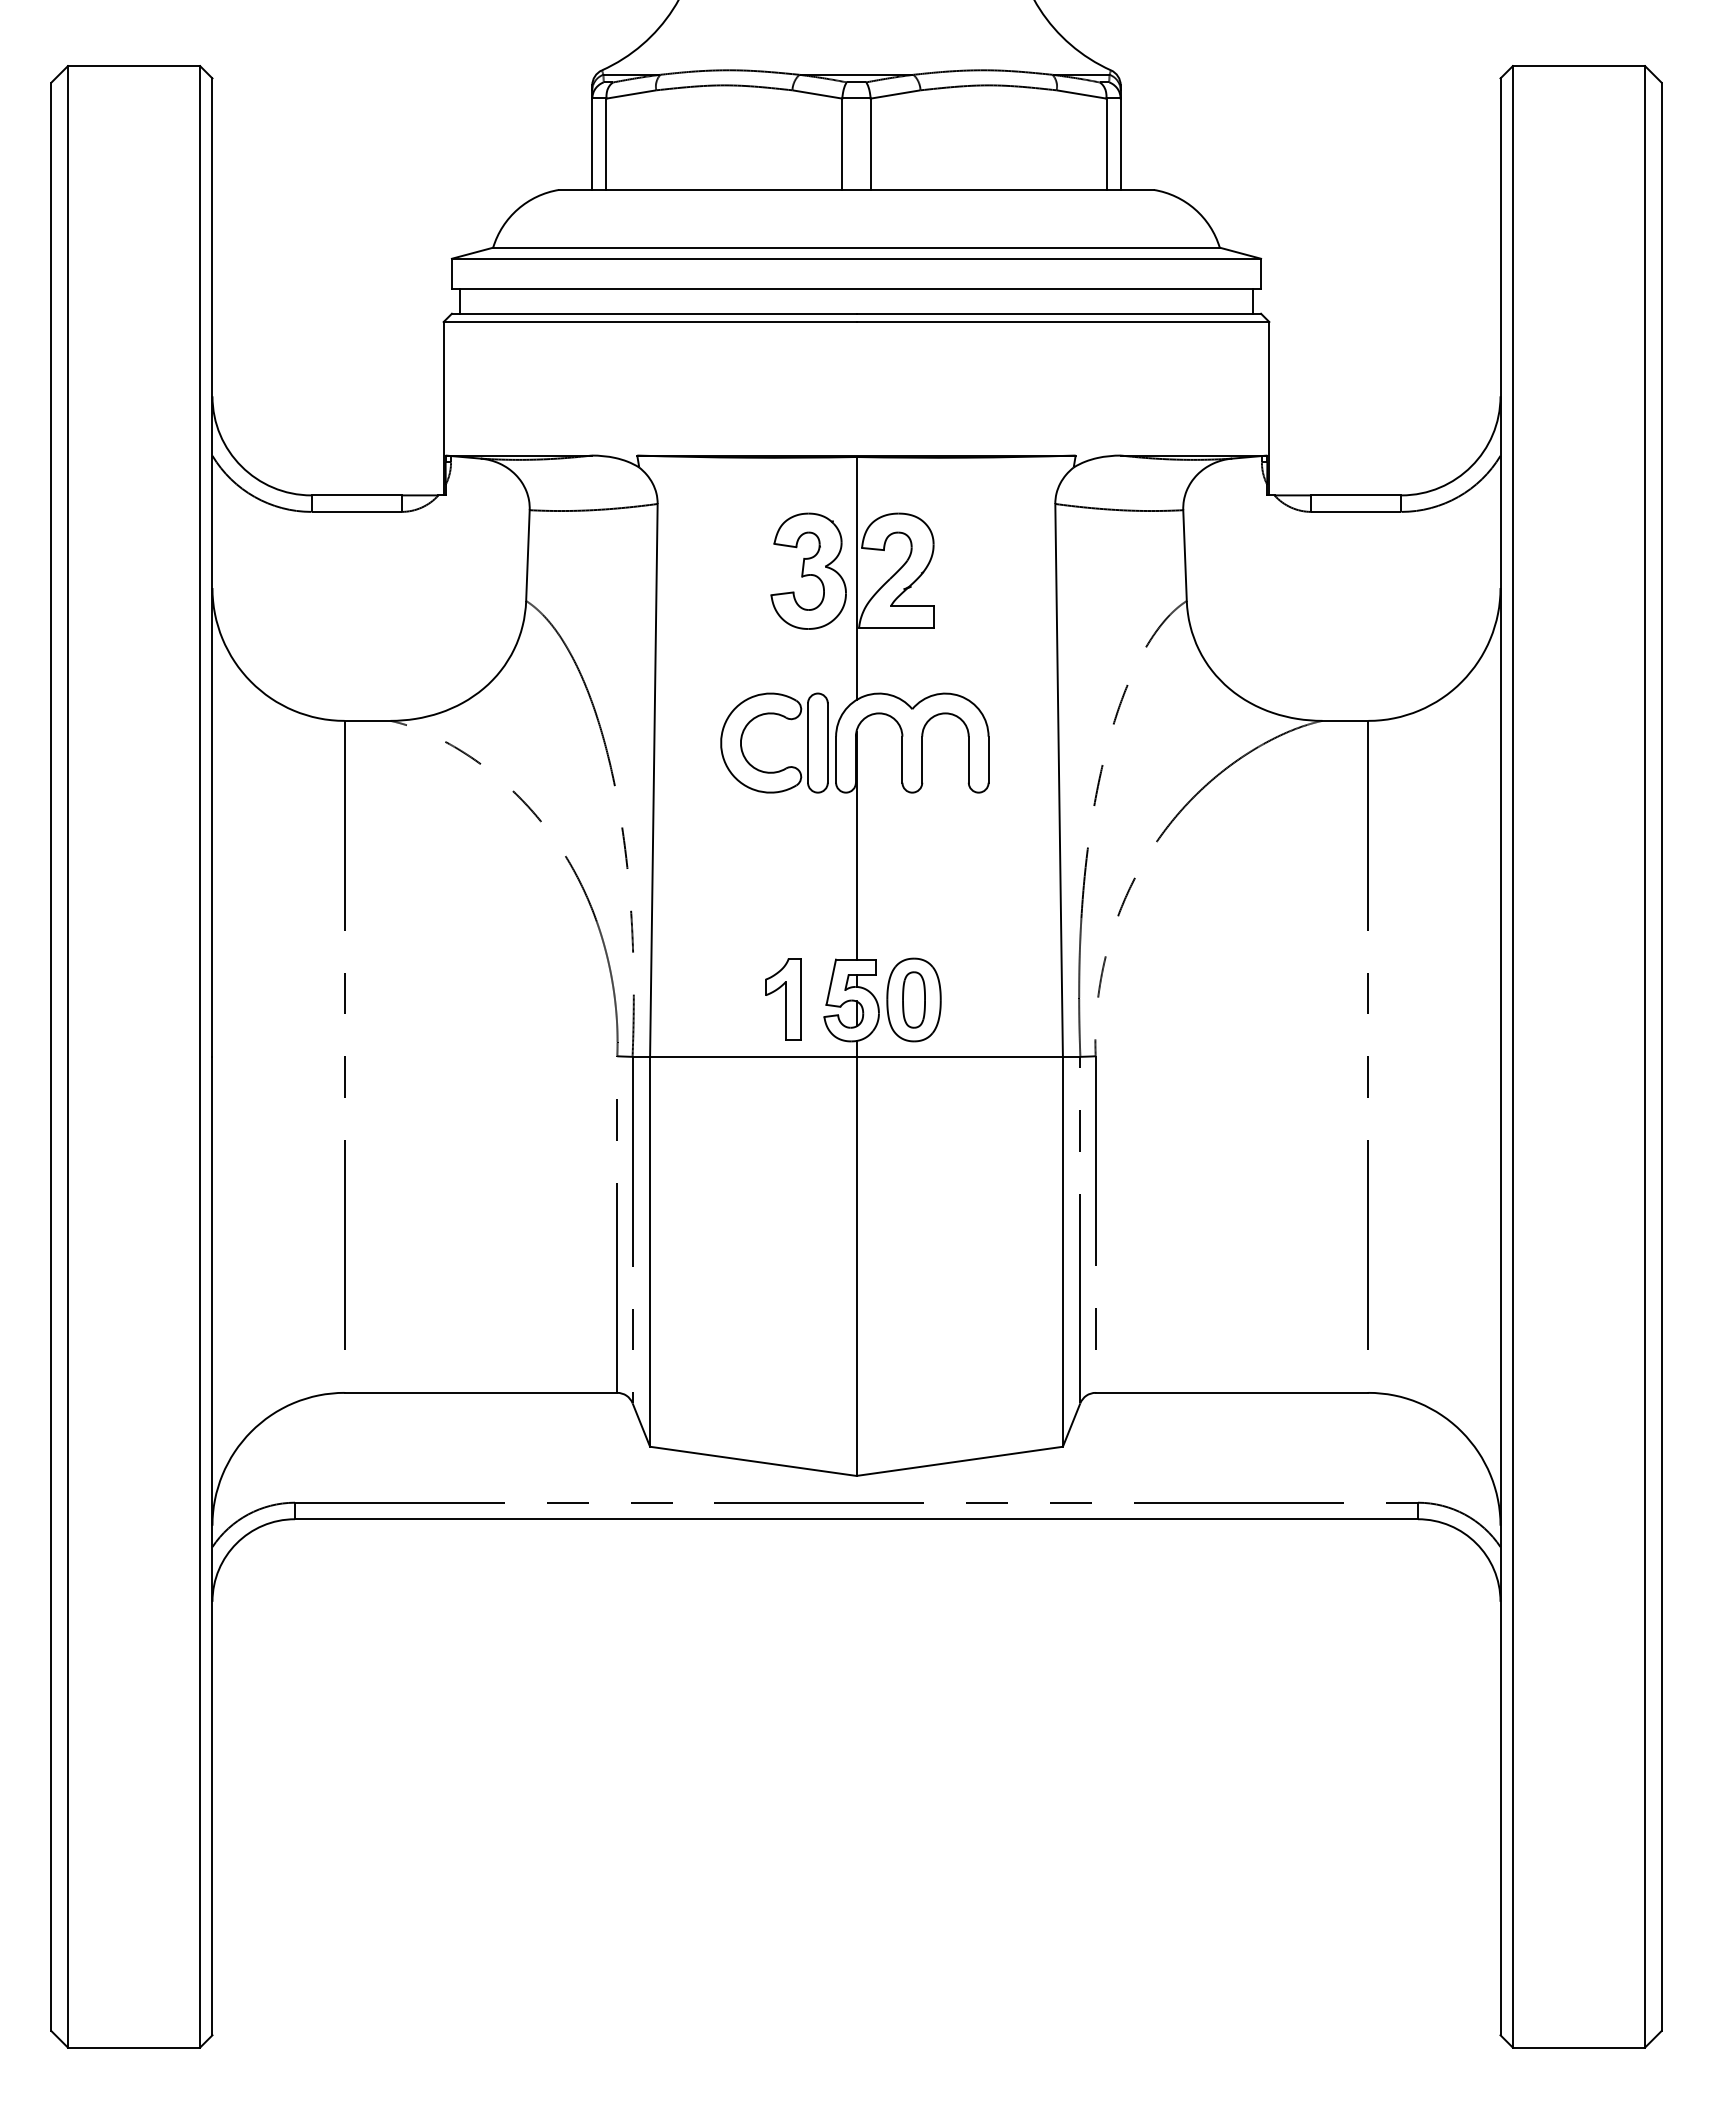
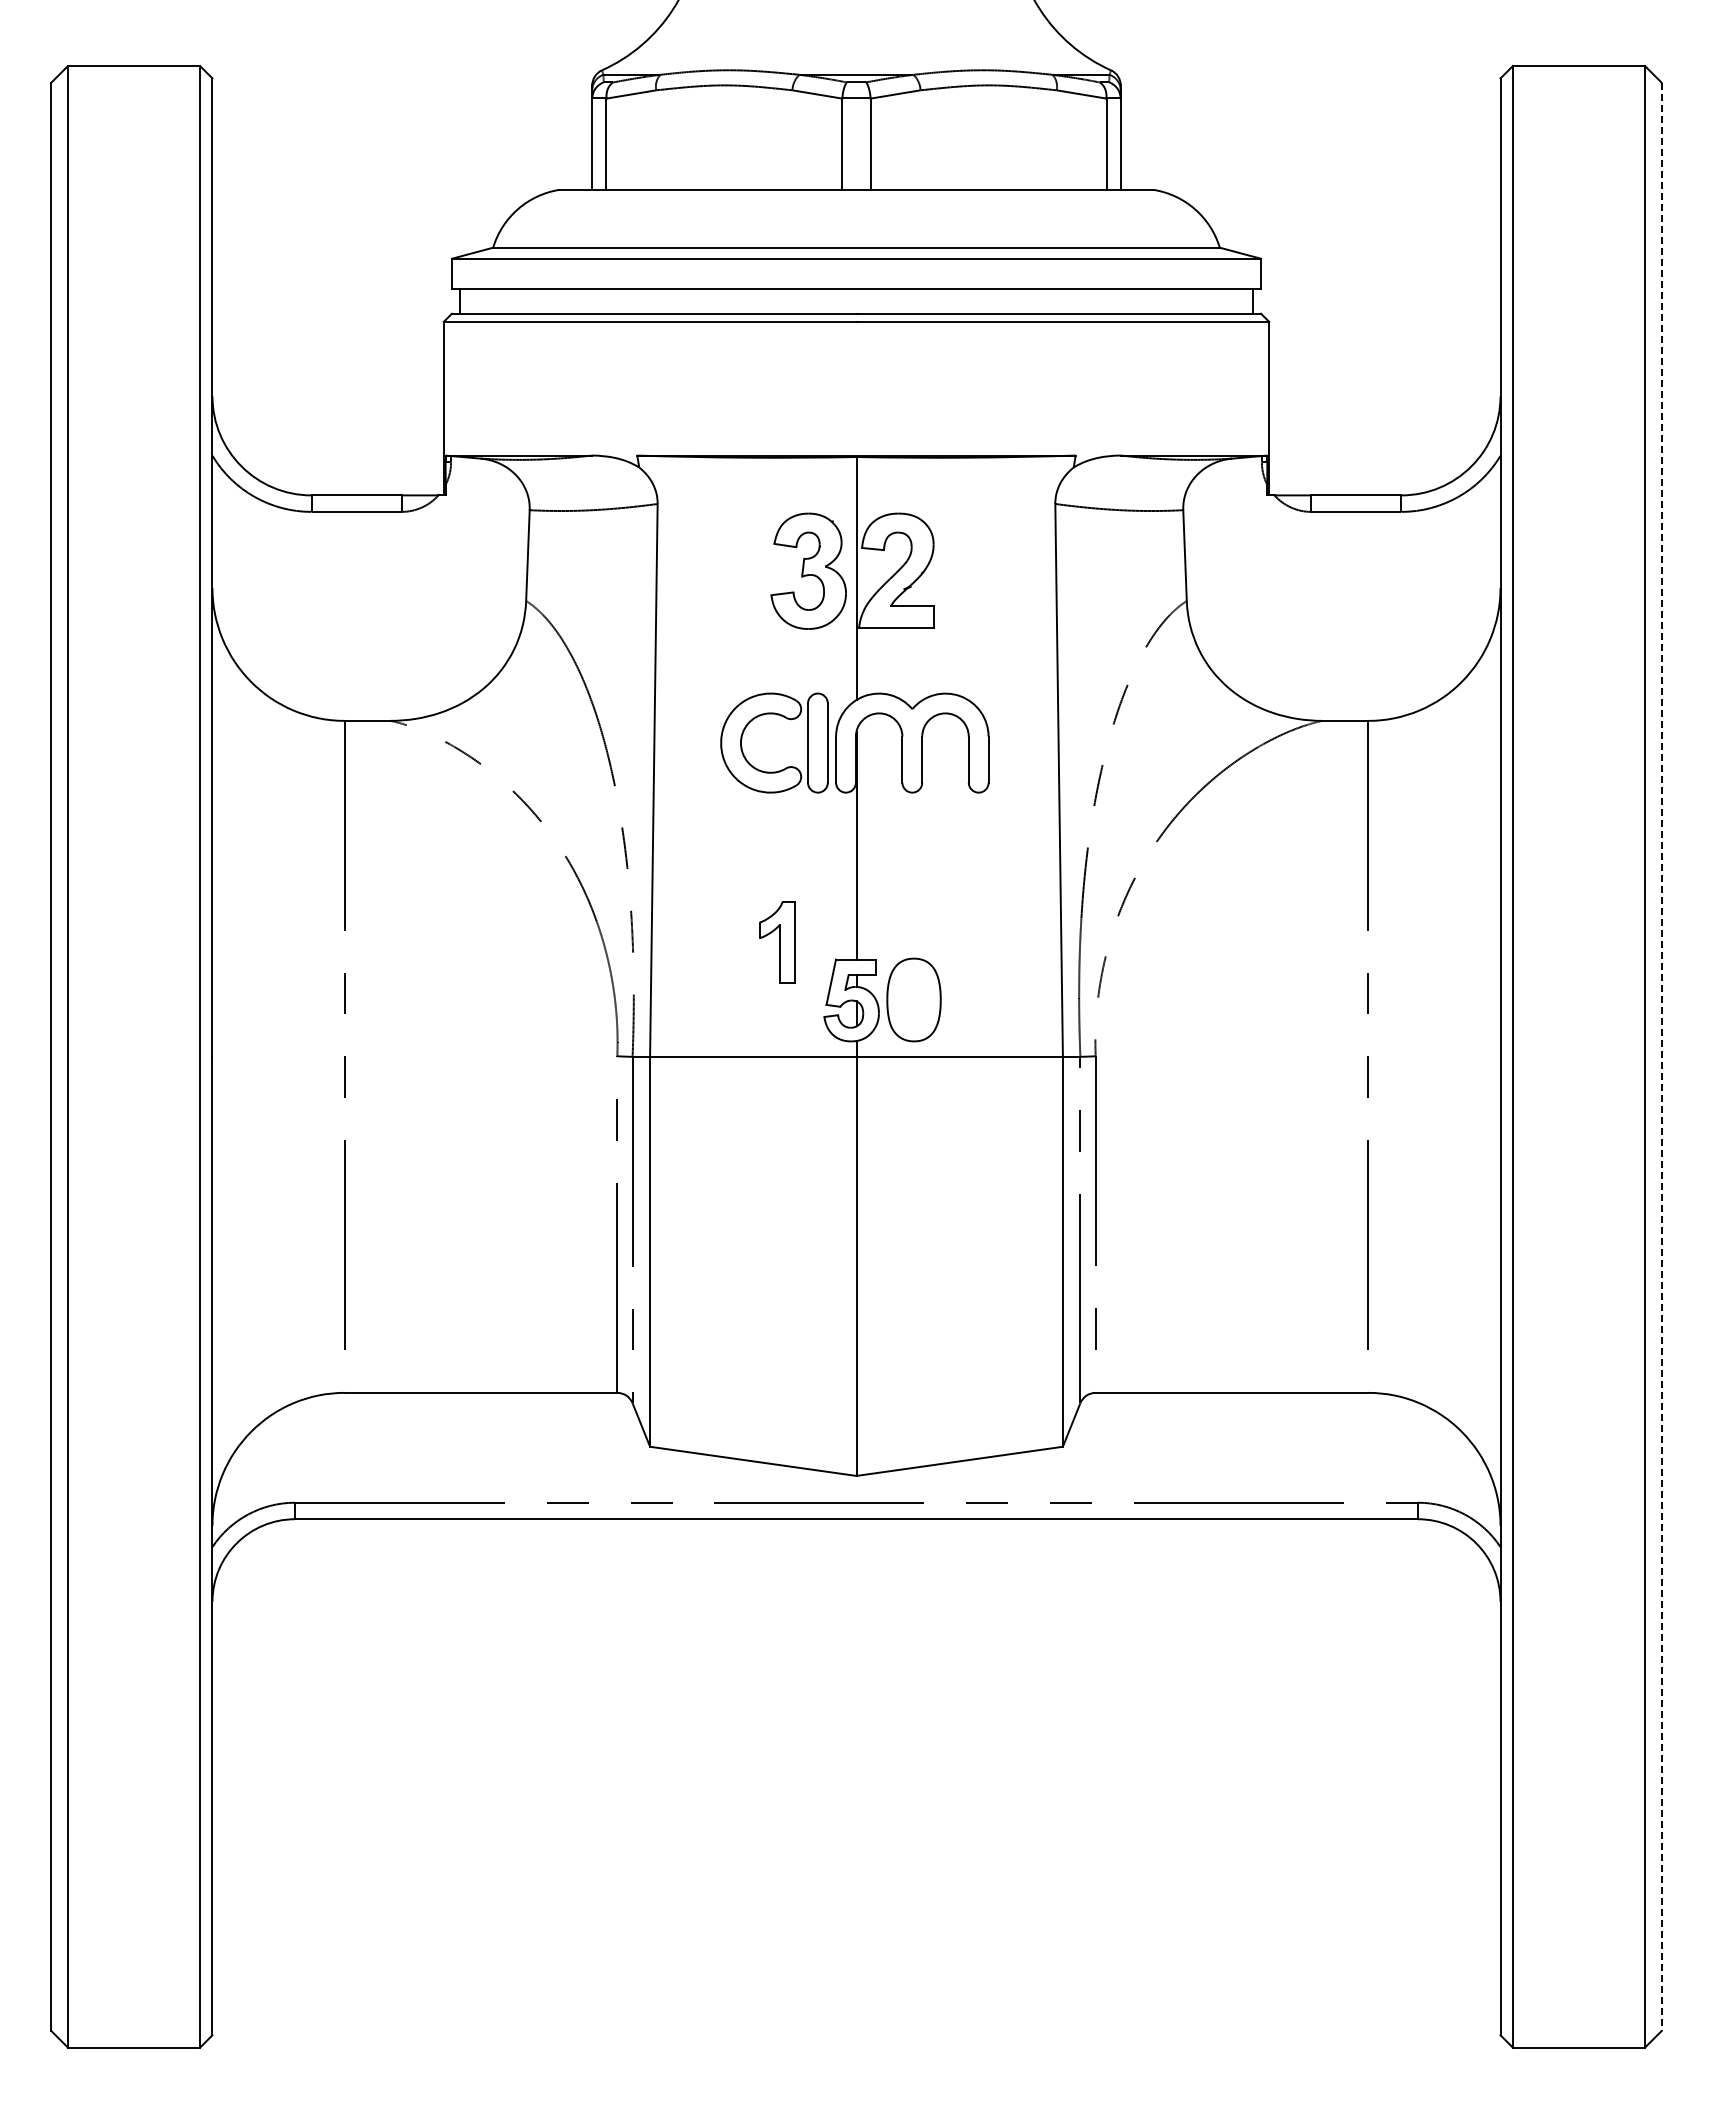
part at (783, 999) position: (783, 999) -> (777, 942)
part at (913, 999): present -> none
line at (1661, 1057): solid -> dashed
